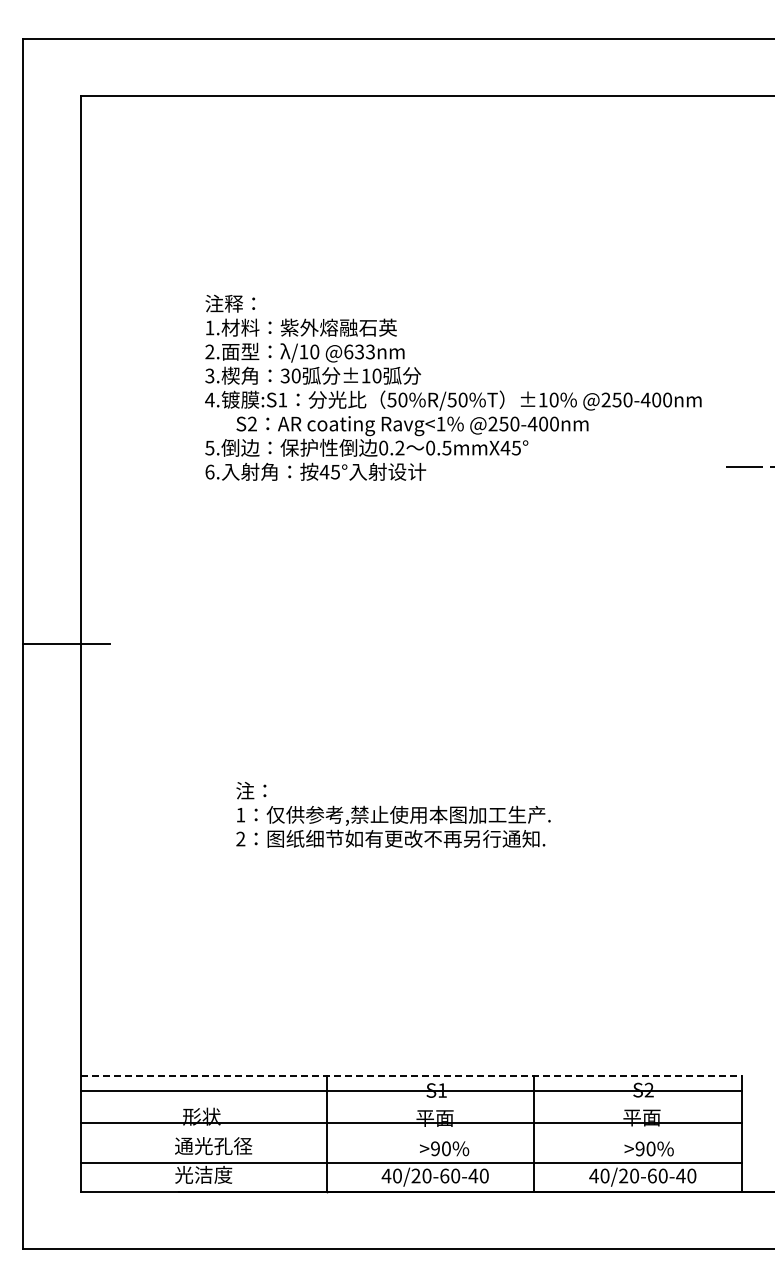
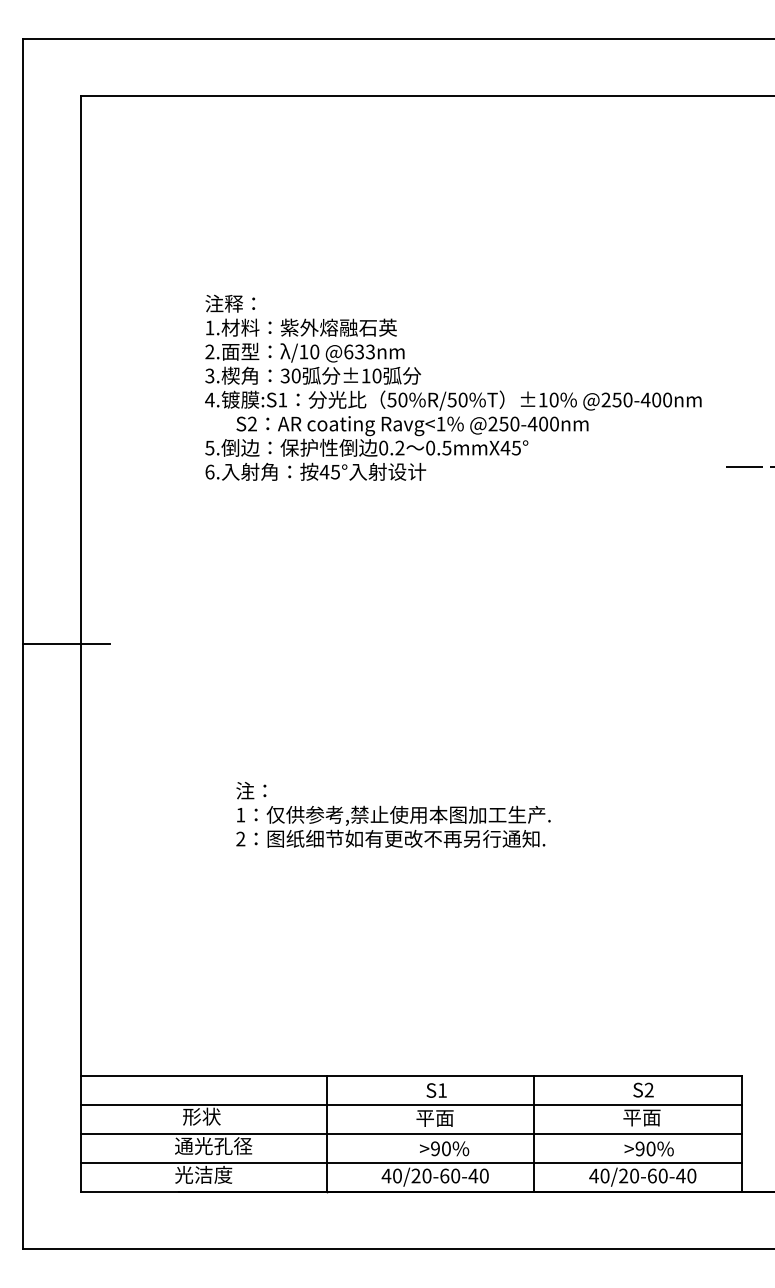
line at (411, 1076): dashed -> solid
line at (410, 1091) position: (410, 1091) -> (410, 1105)
line at (410, 1123) position: (410, 1123) -> (410, 1134)
